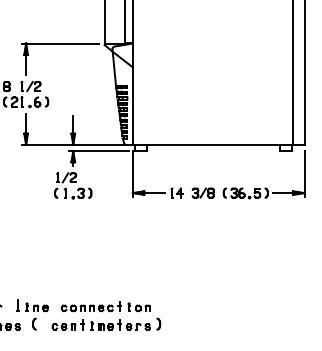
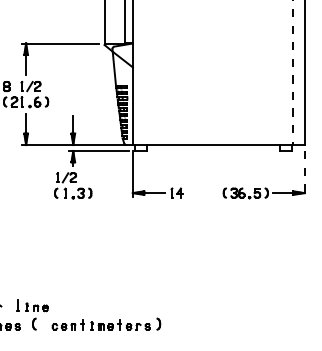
line at (293, 73): solid -> dashed
line at (304, 173): solid -> dashed
part at (202, 192): present -> none
part at (105, 306): present -> none
